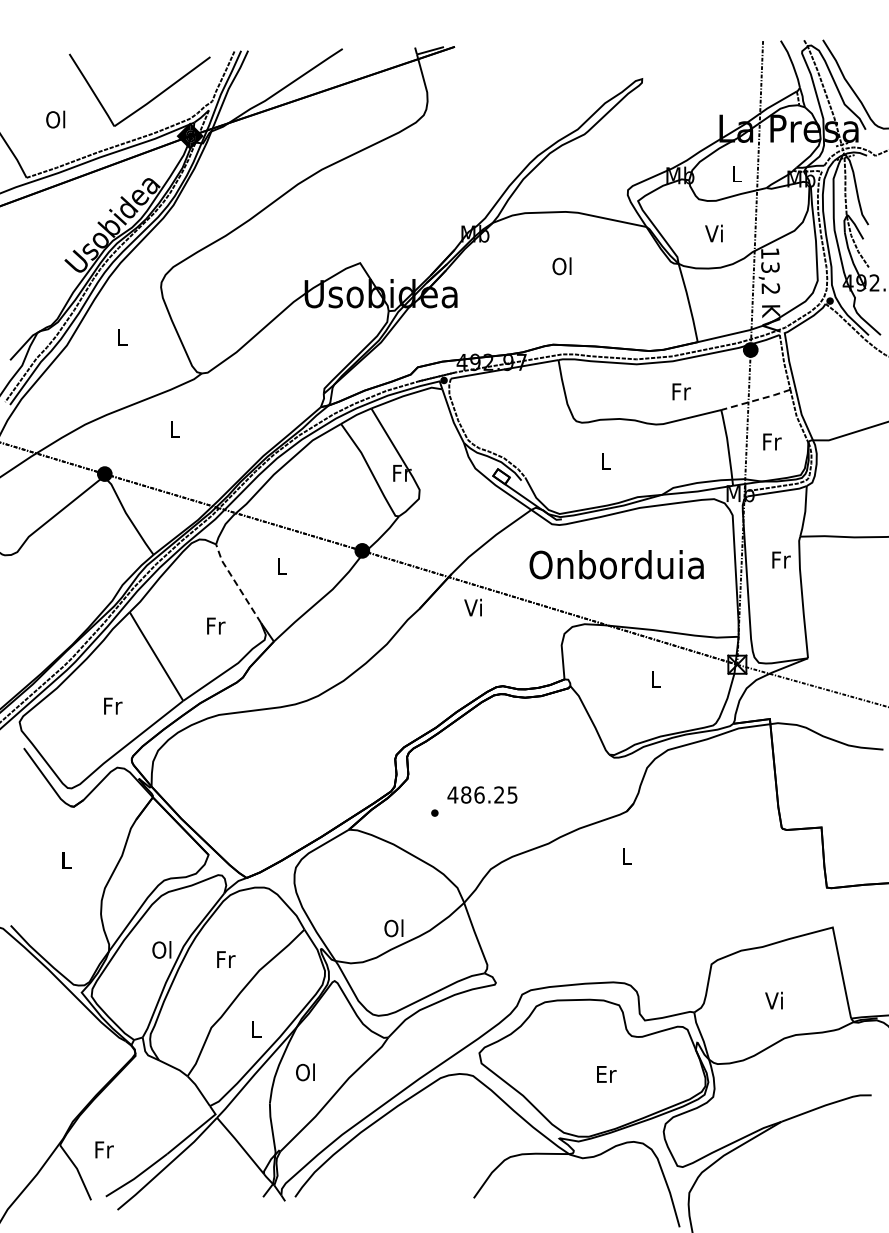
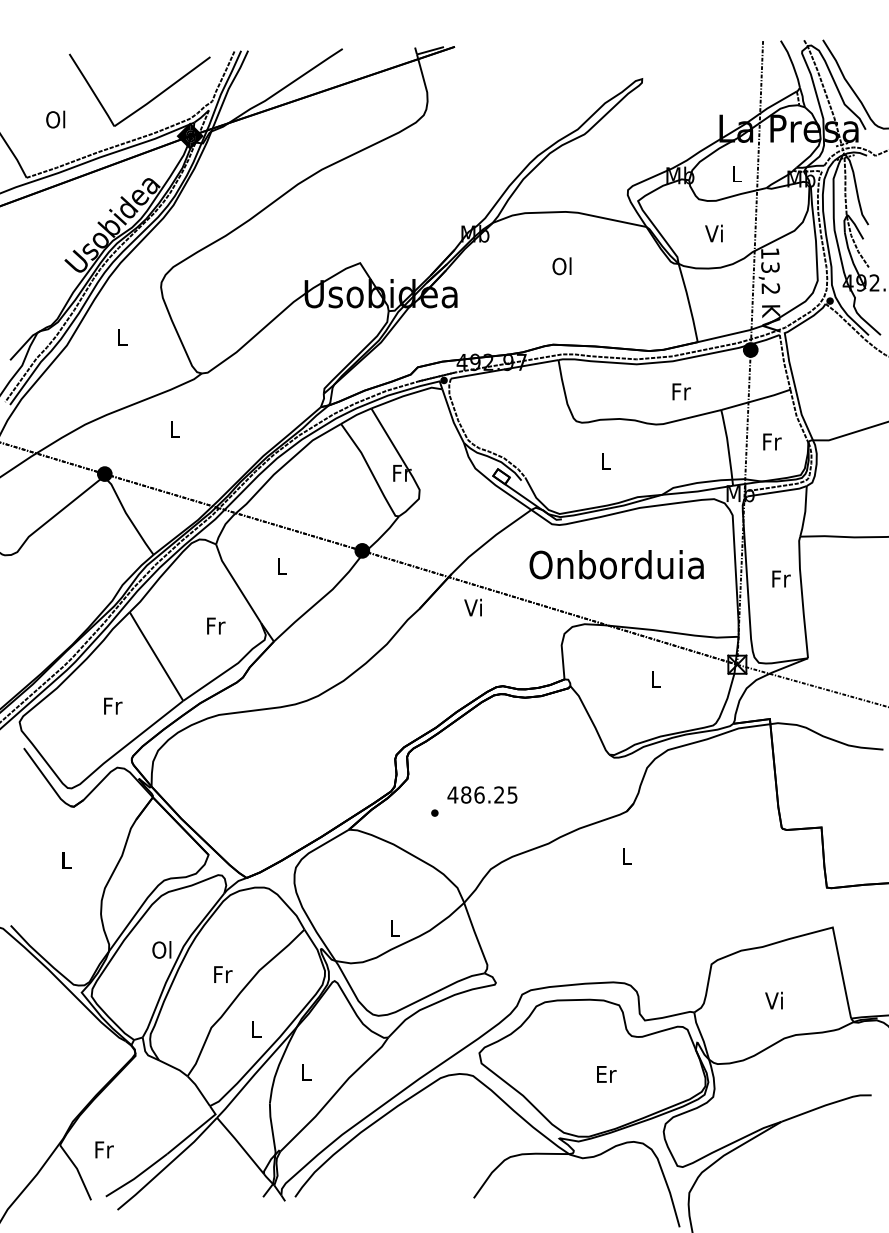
line at (756, 400): dashed -> solid
text at (781, 559) position: (781, 559) -> (781, 578)
line at (236, 583): dashed -> solid
text at (393, 928): Ol -> L
text at (226, 959) position: (226, 959) -> (223, 974)
text at (305, 1072): Ol -> L
